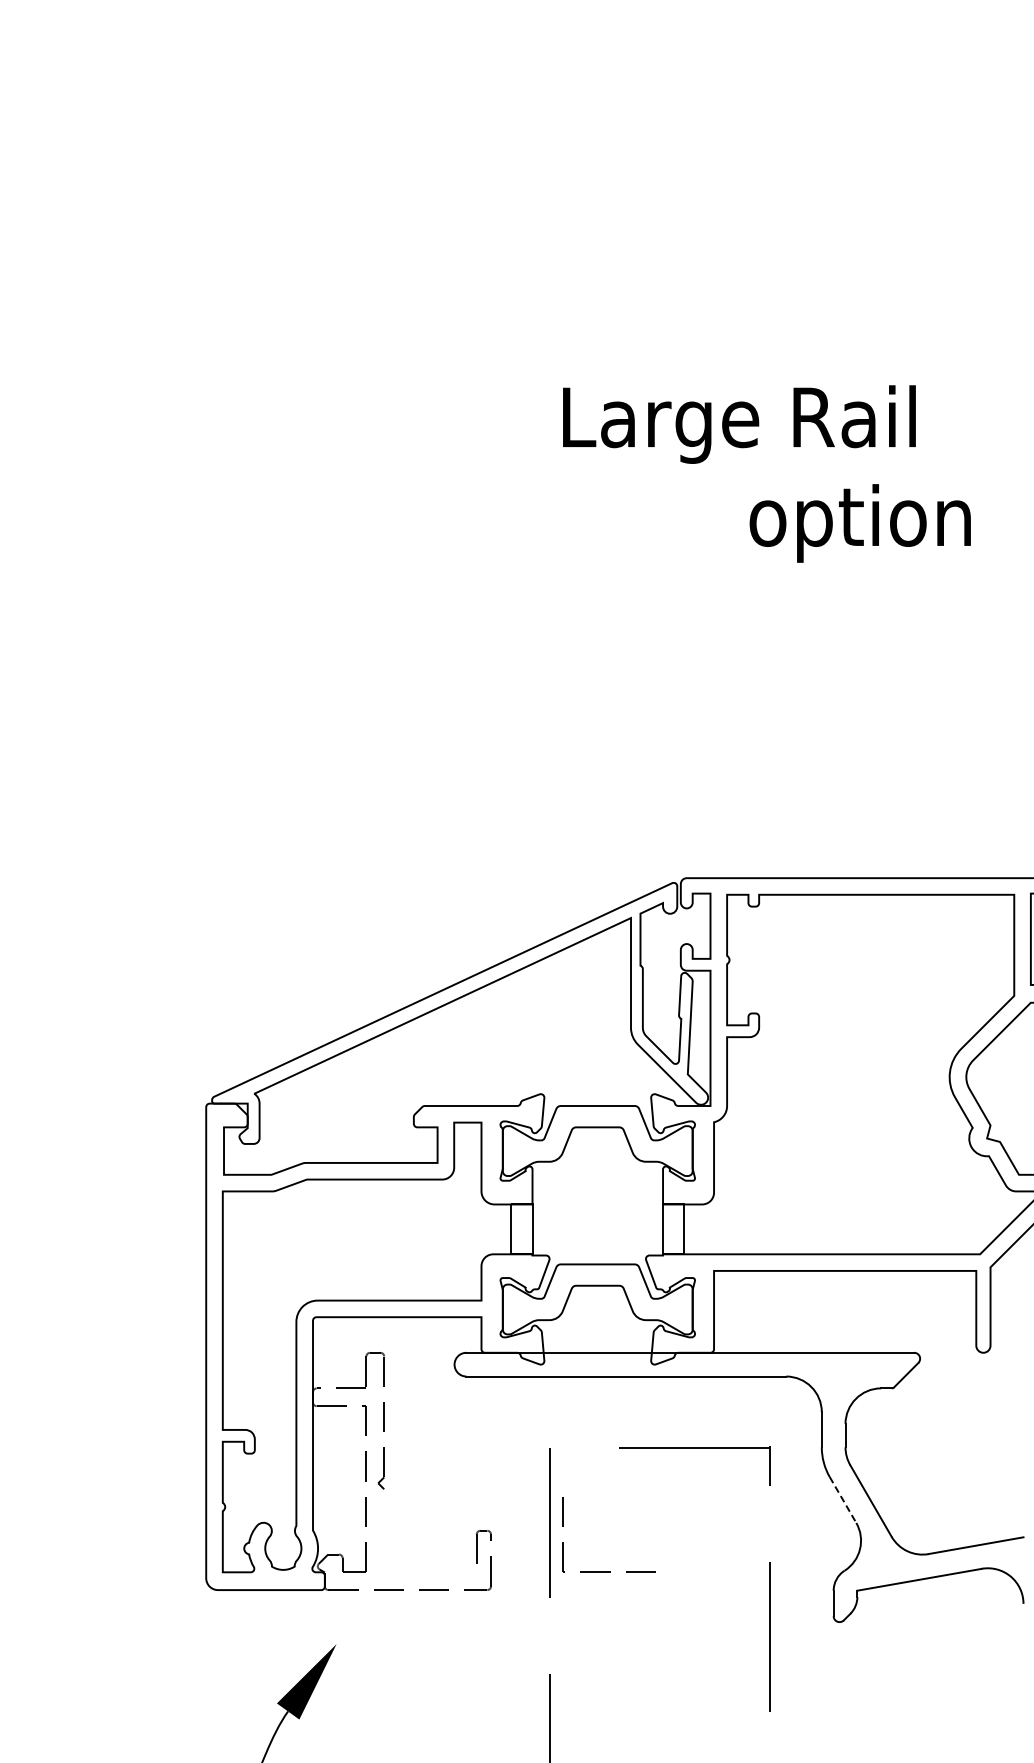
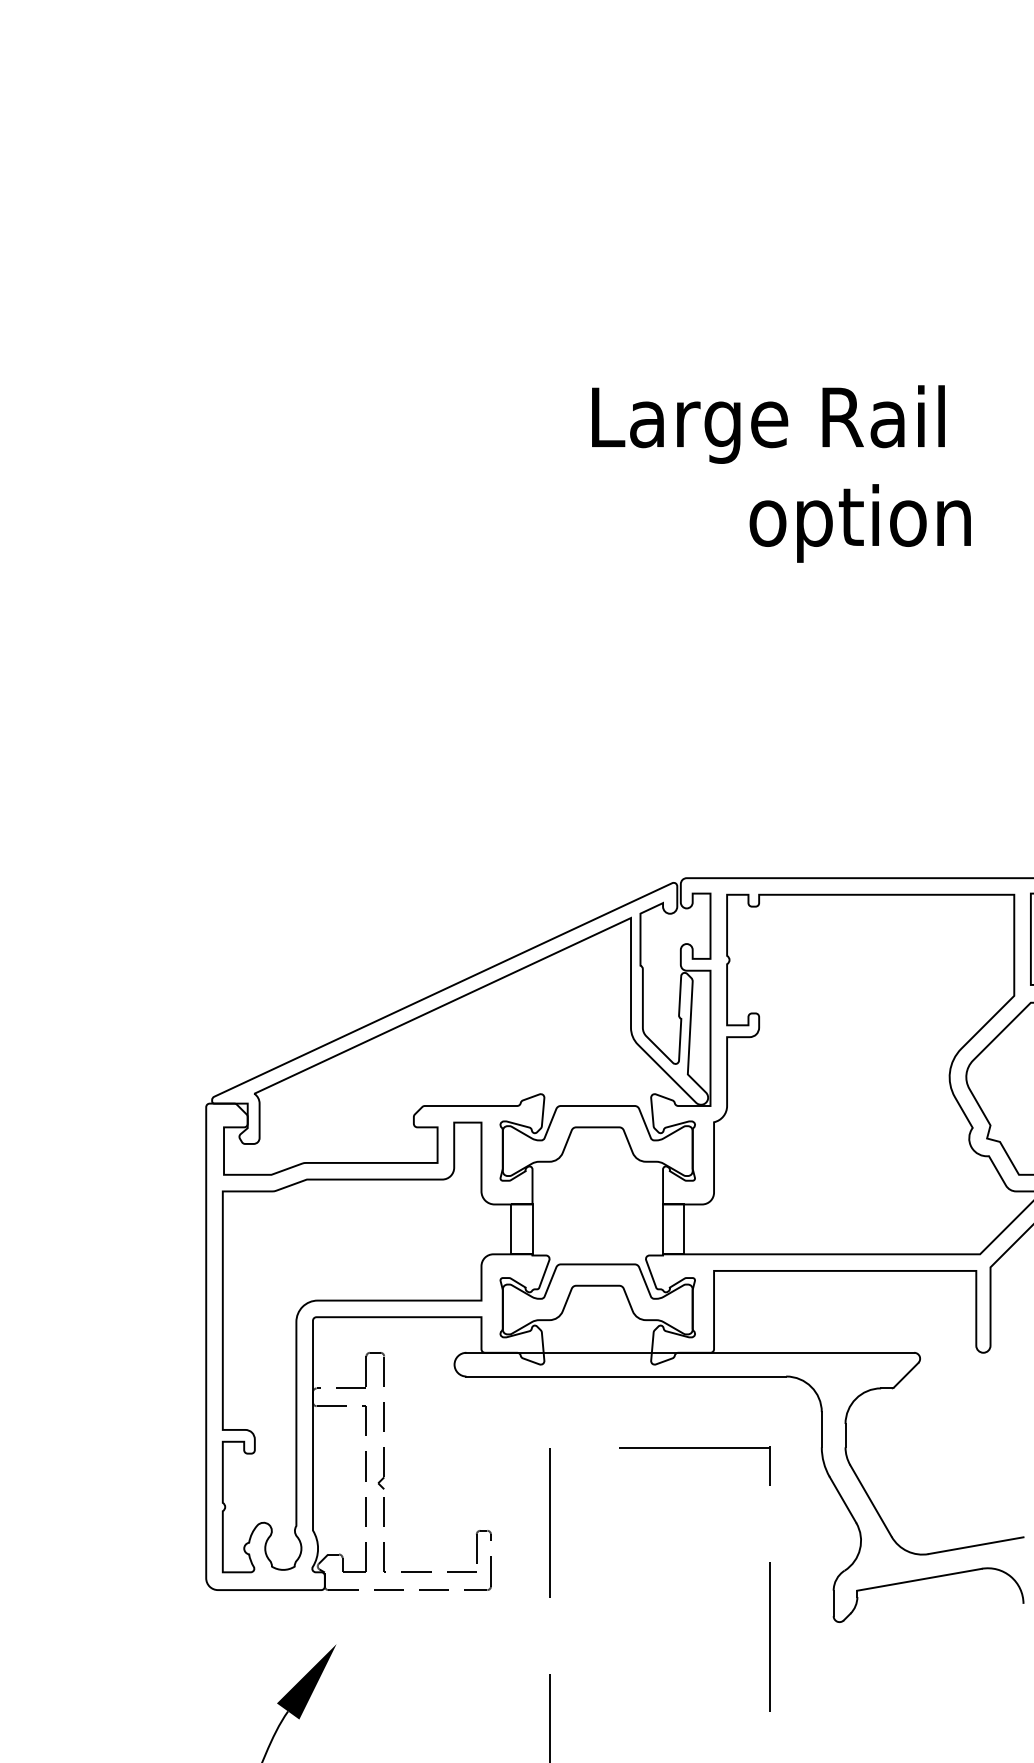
text at (739, 424) position: (739, 424) -> (768, 424)
line at (843, 1499): dashed -> solid
part at (608, 1571) position: (608, 1571) -> (429, 1571)
